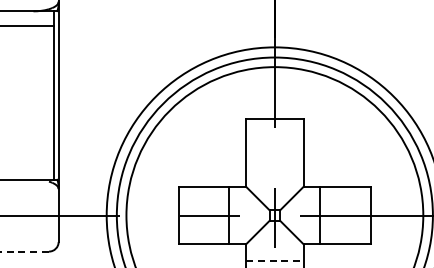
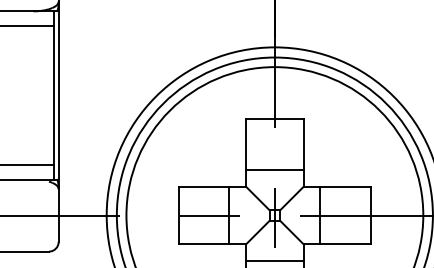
line at (27, 165): none -> present
line at (274, 170): none -> present
line at (24, 251): dashed -> solid
line at (274, 261): dashed -> solid
